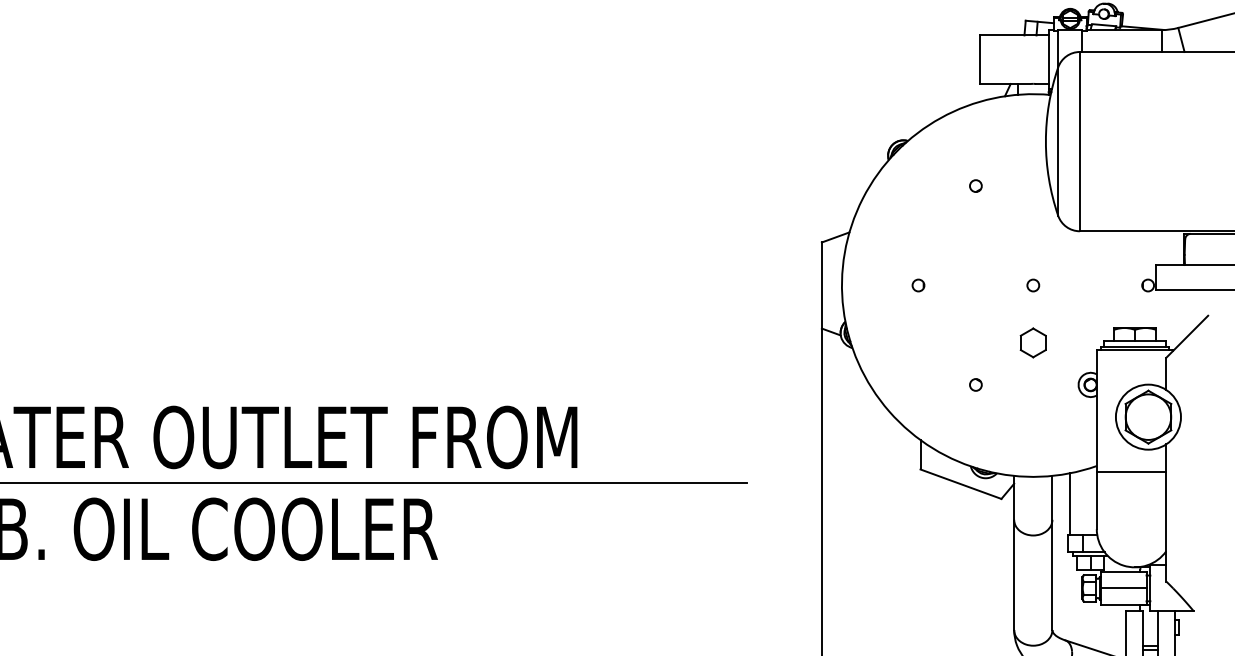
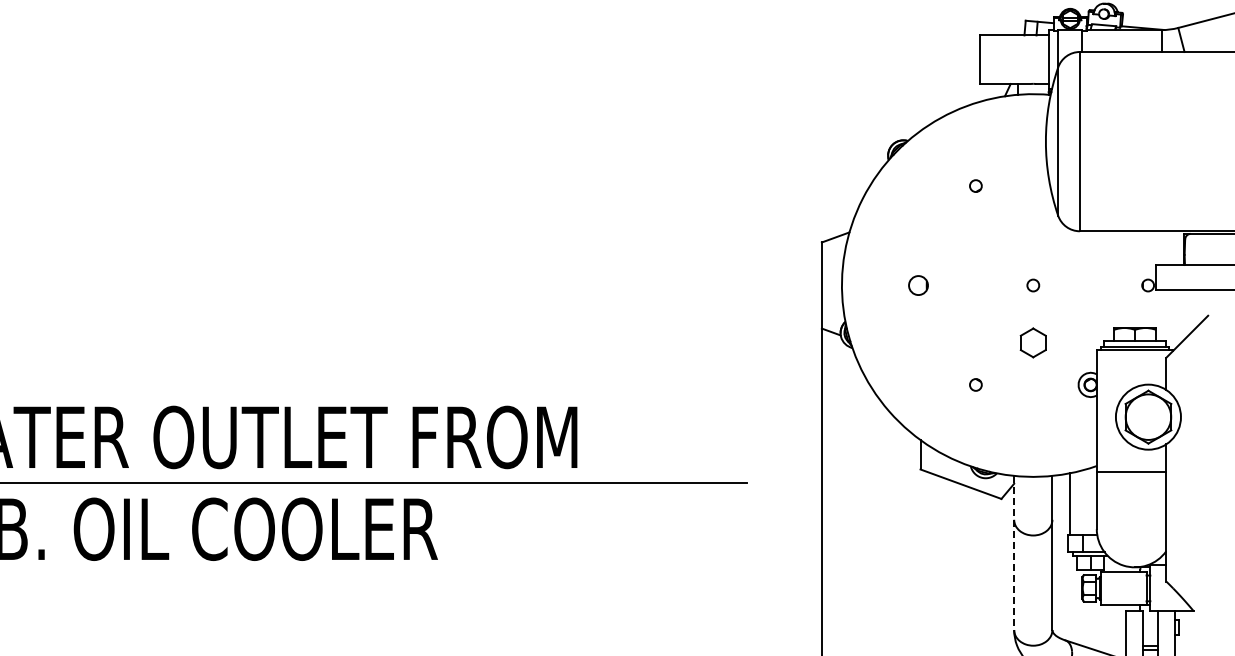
part at (918, 285) size: 15x15 px -> 21x21 px
line at (1014, 553): solid -> dashed
line at (1123, 588): present -> none
